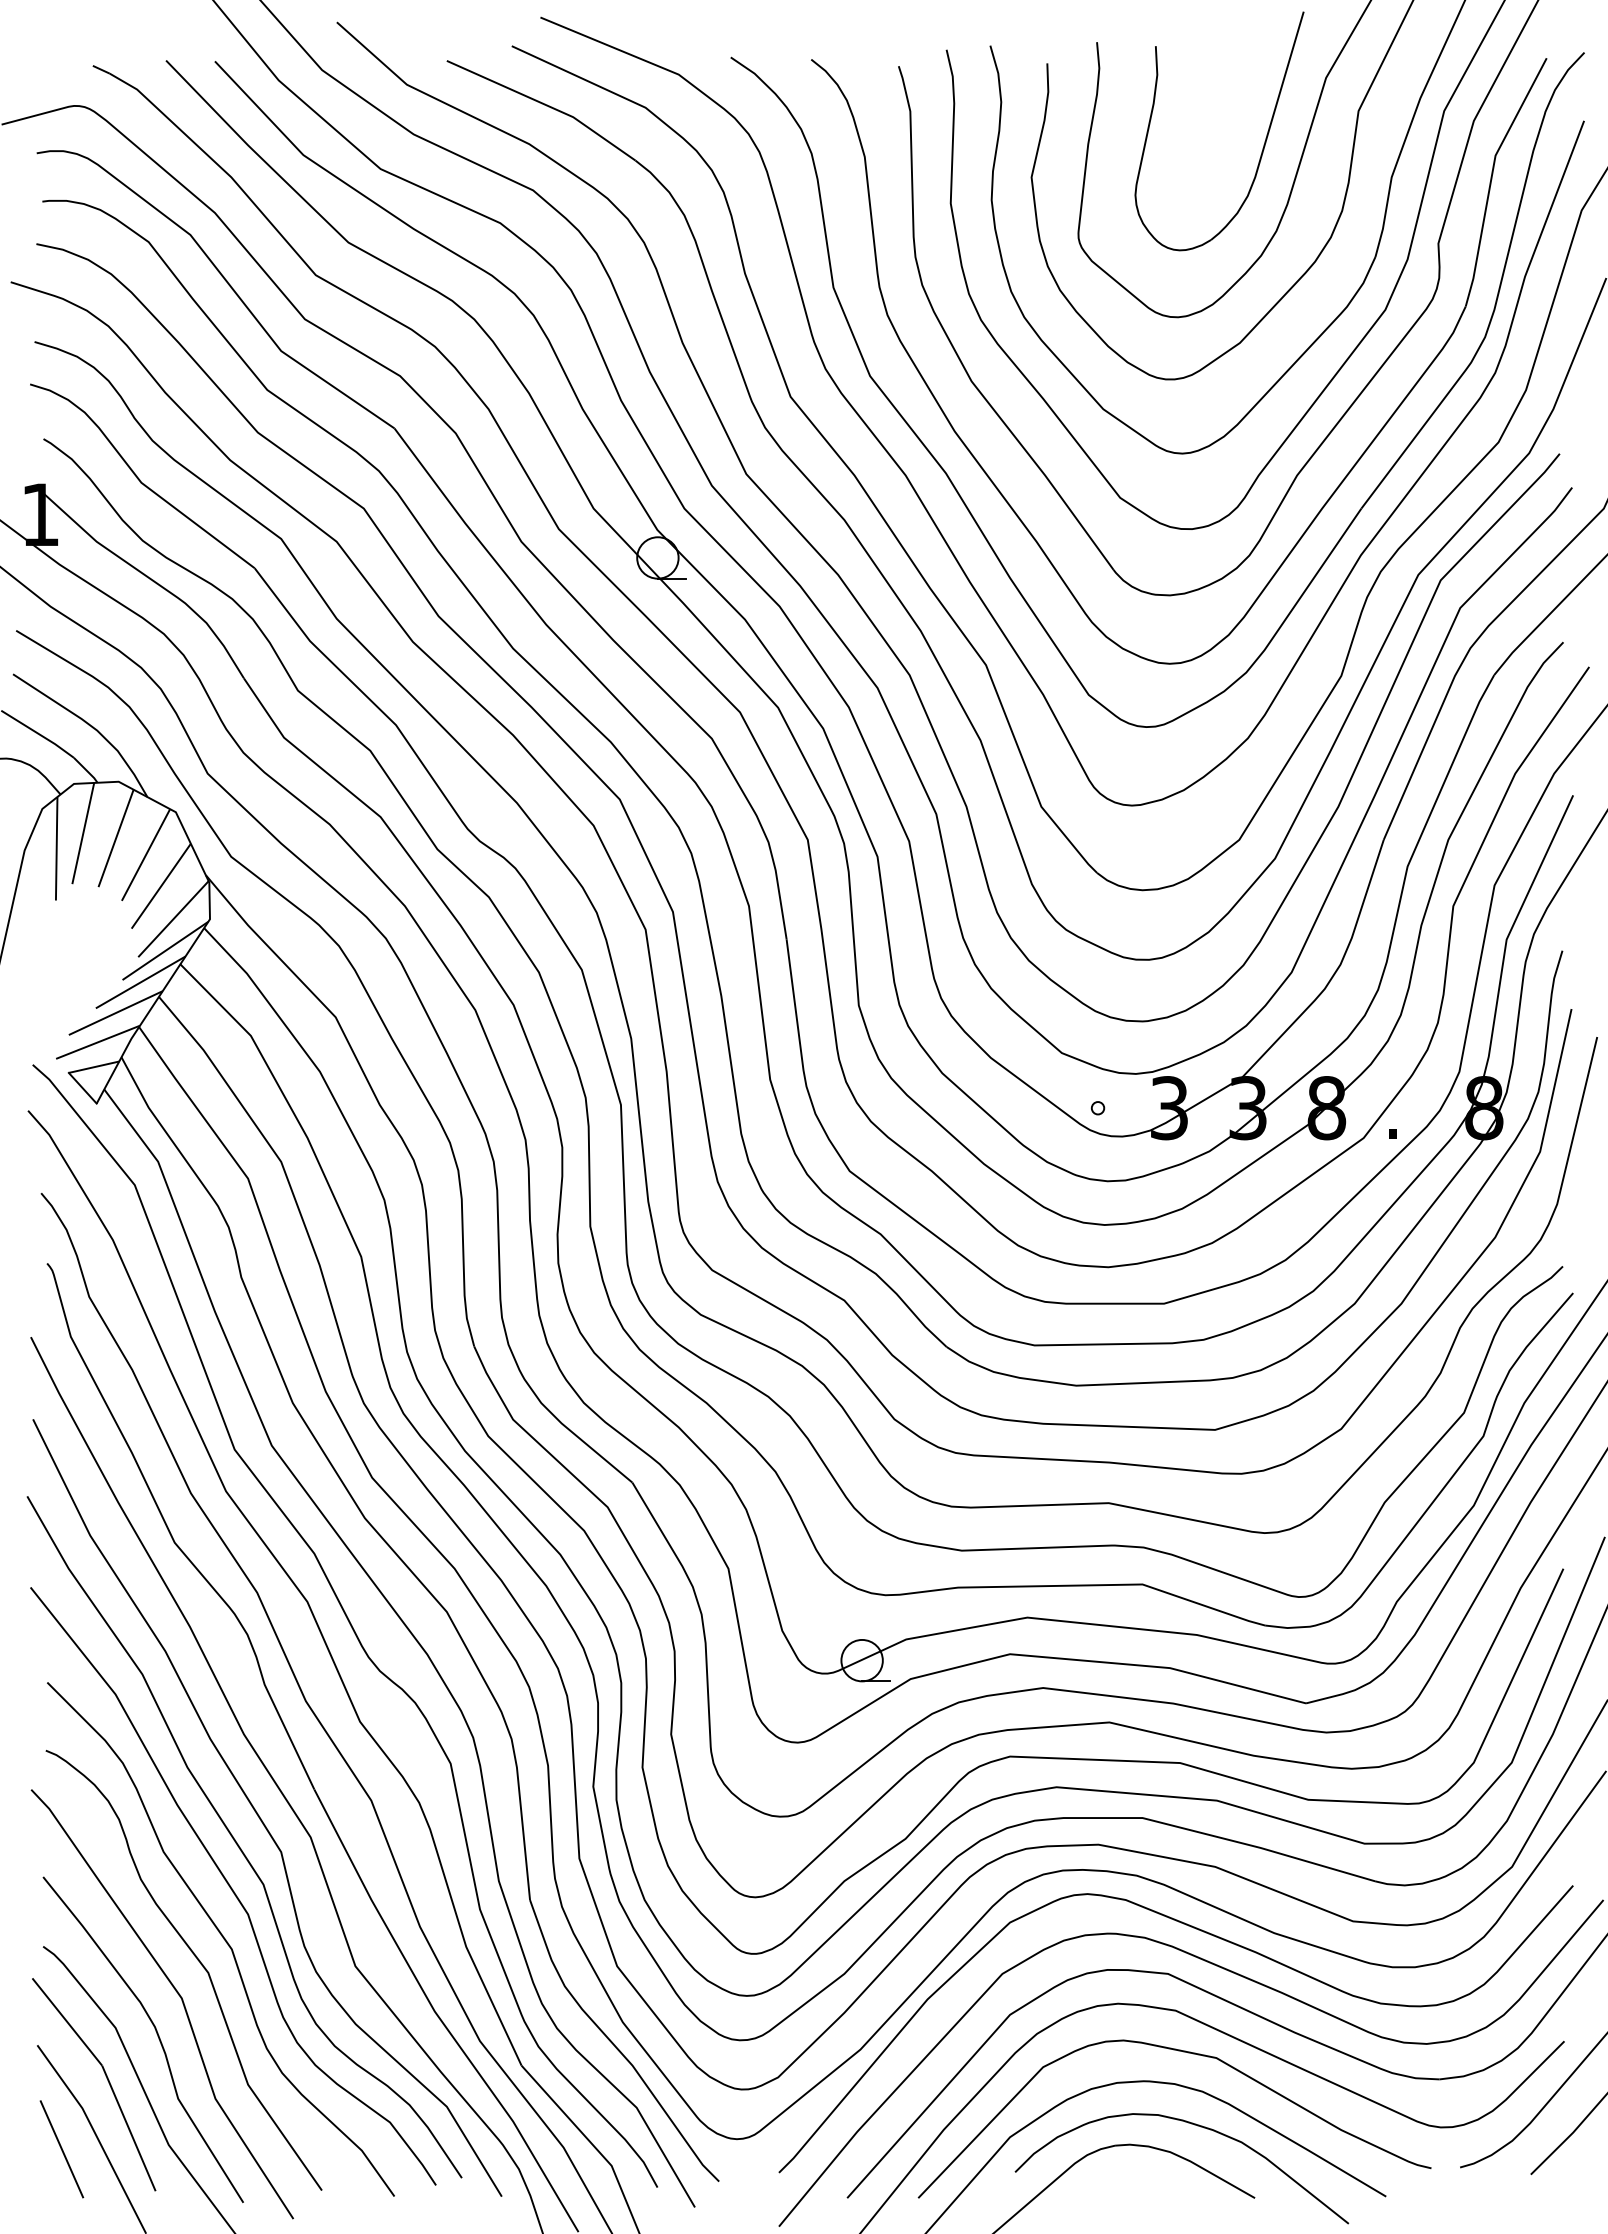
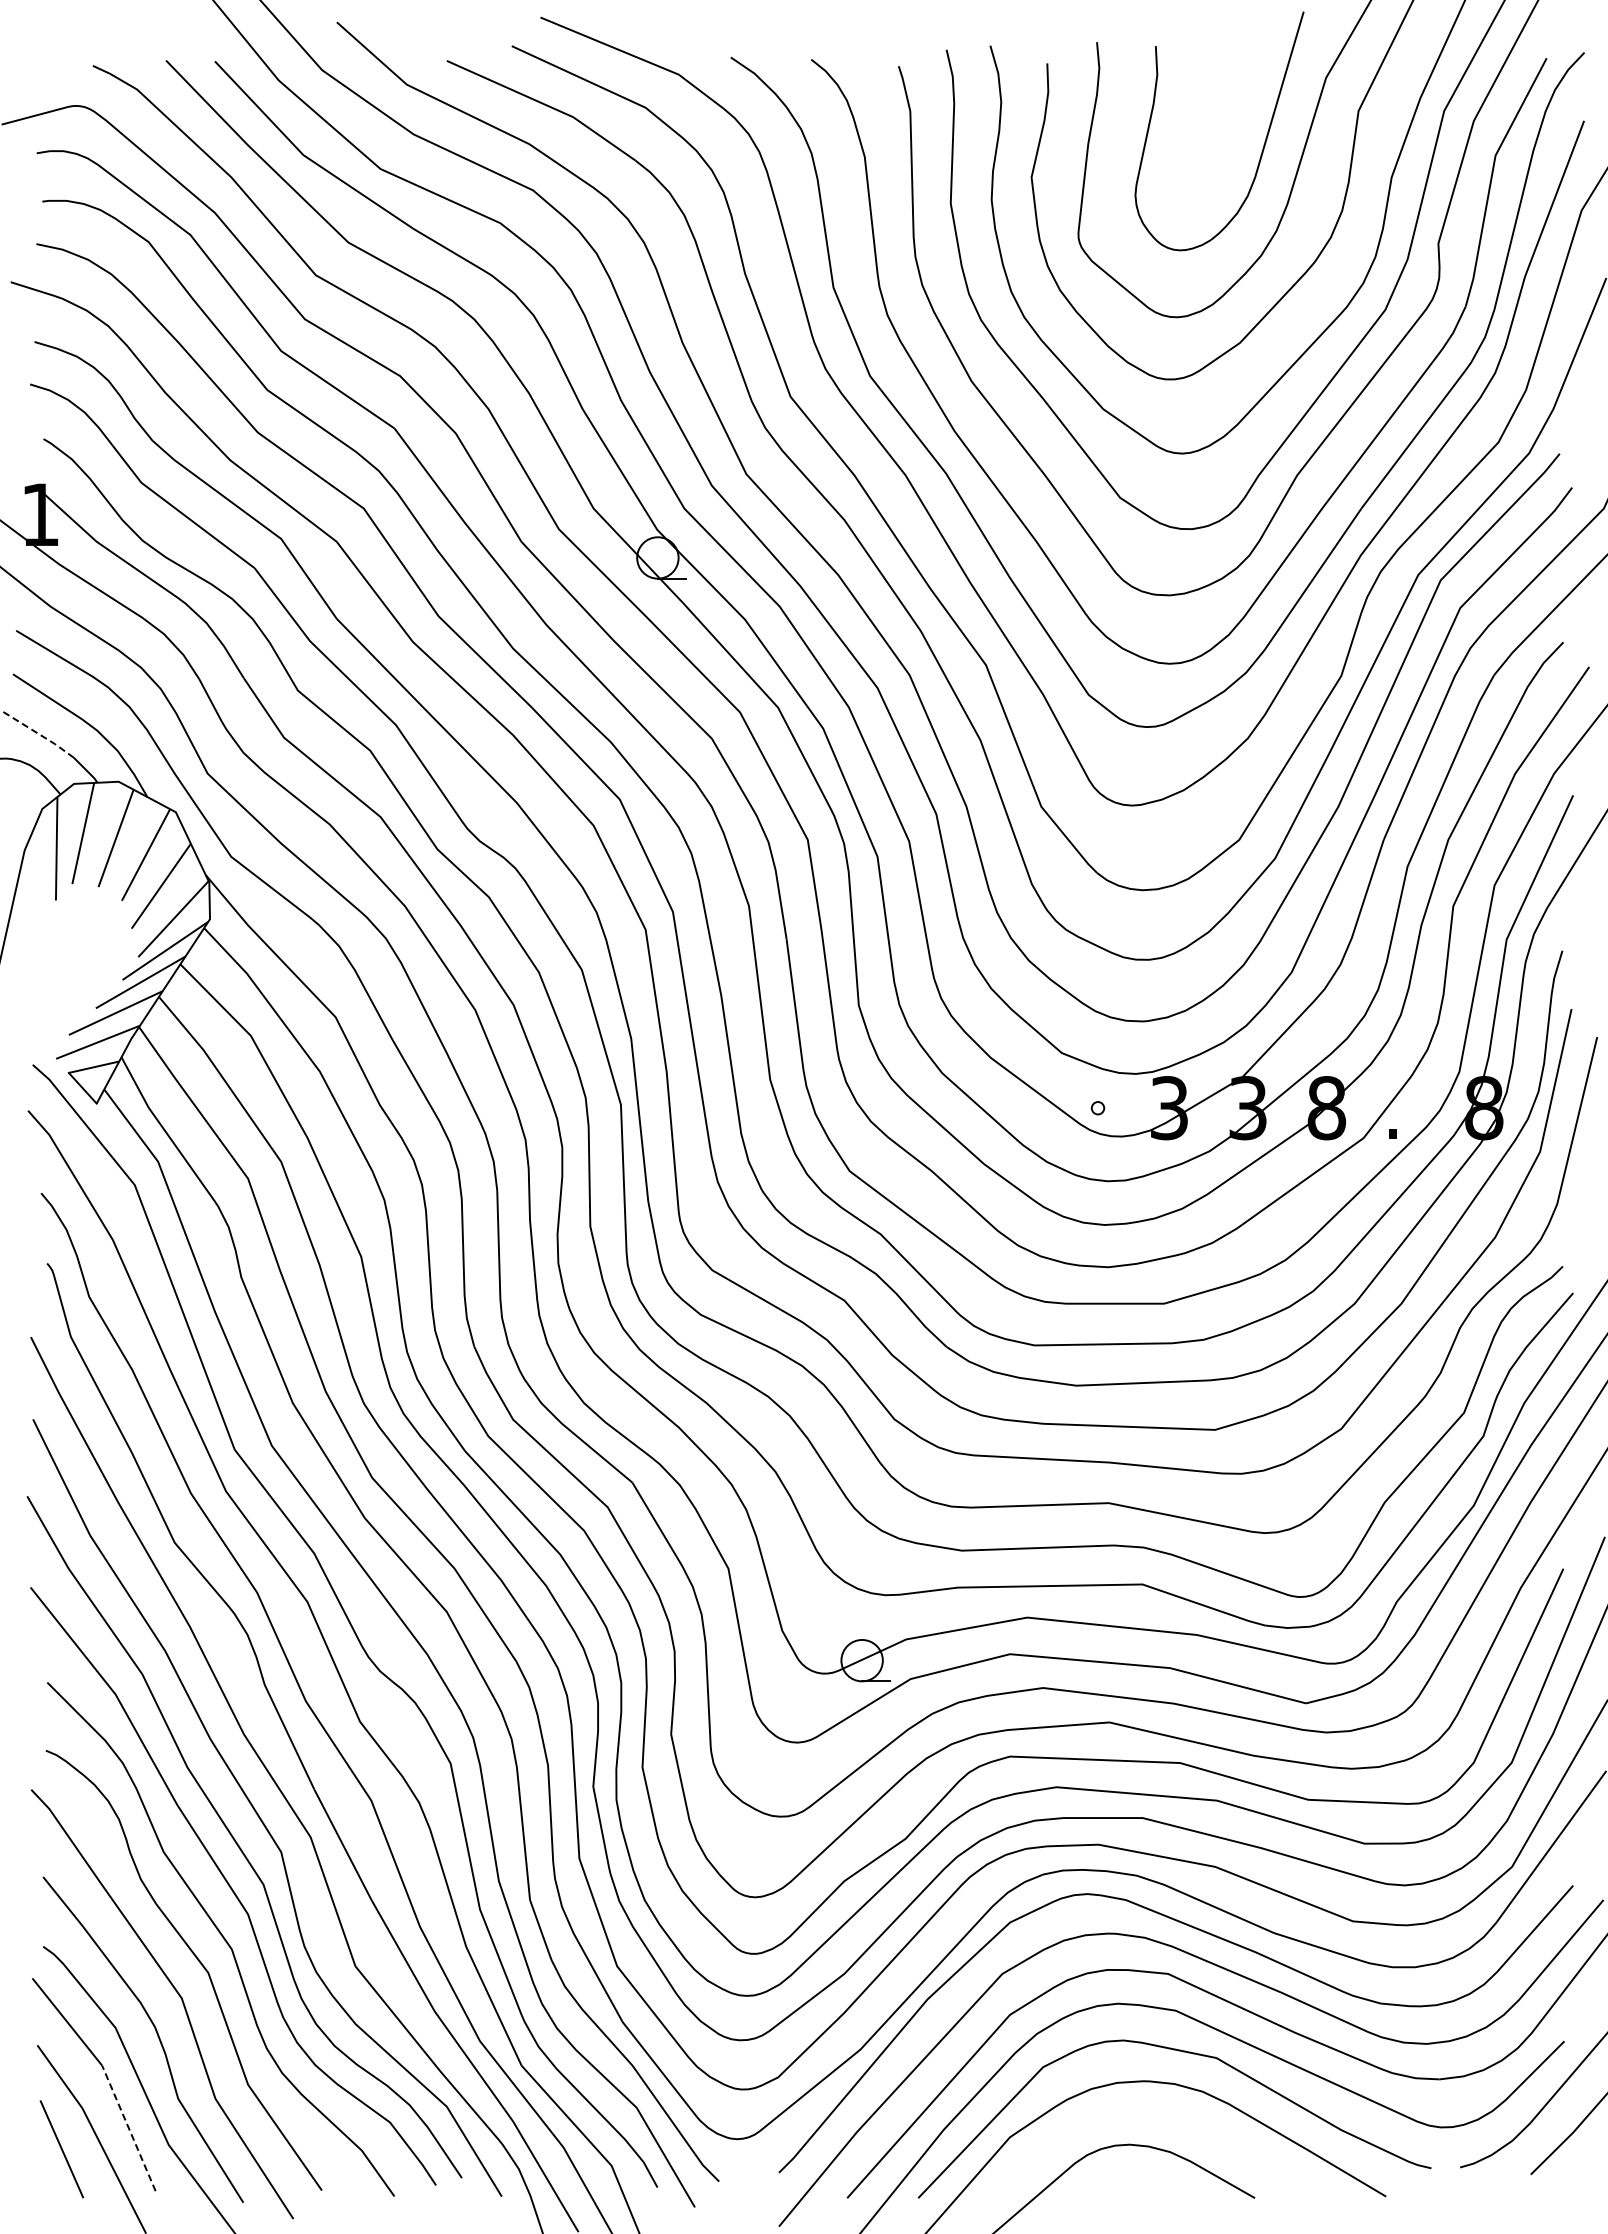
line at (38, 733): solid -> dashed
curve at (1194, 2125): present -> none
line at (128, 2127): solid -> dashed
